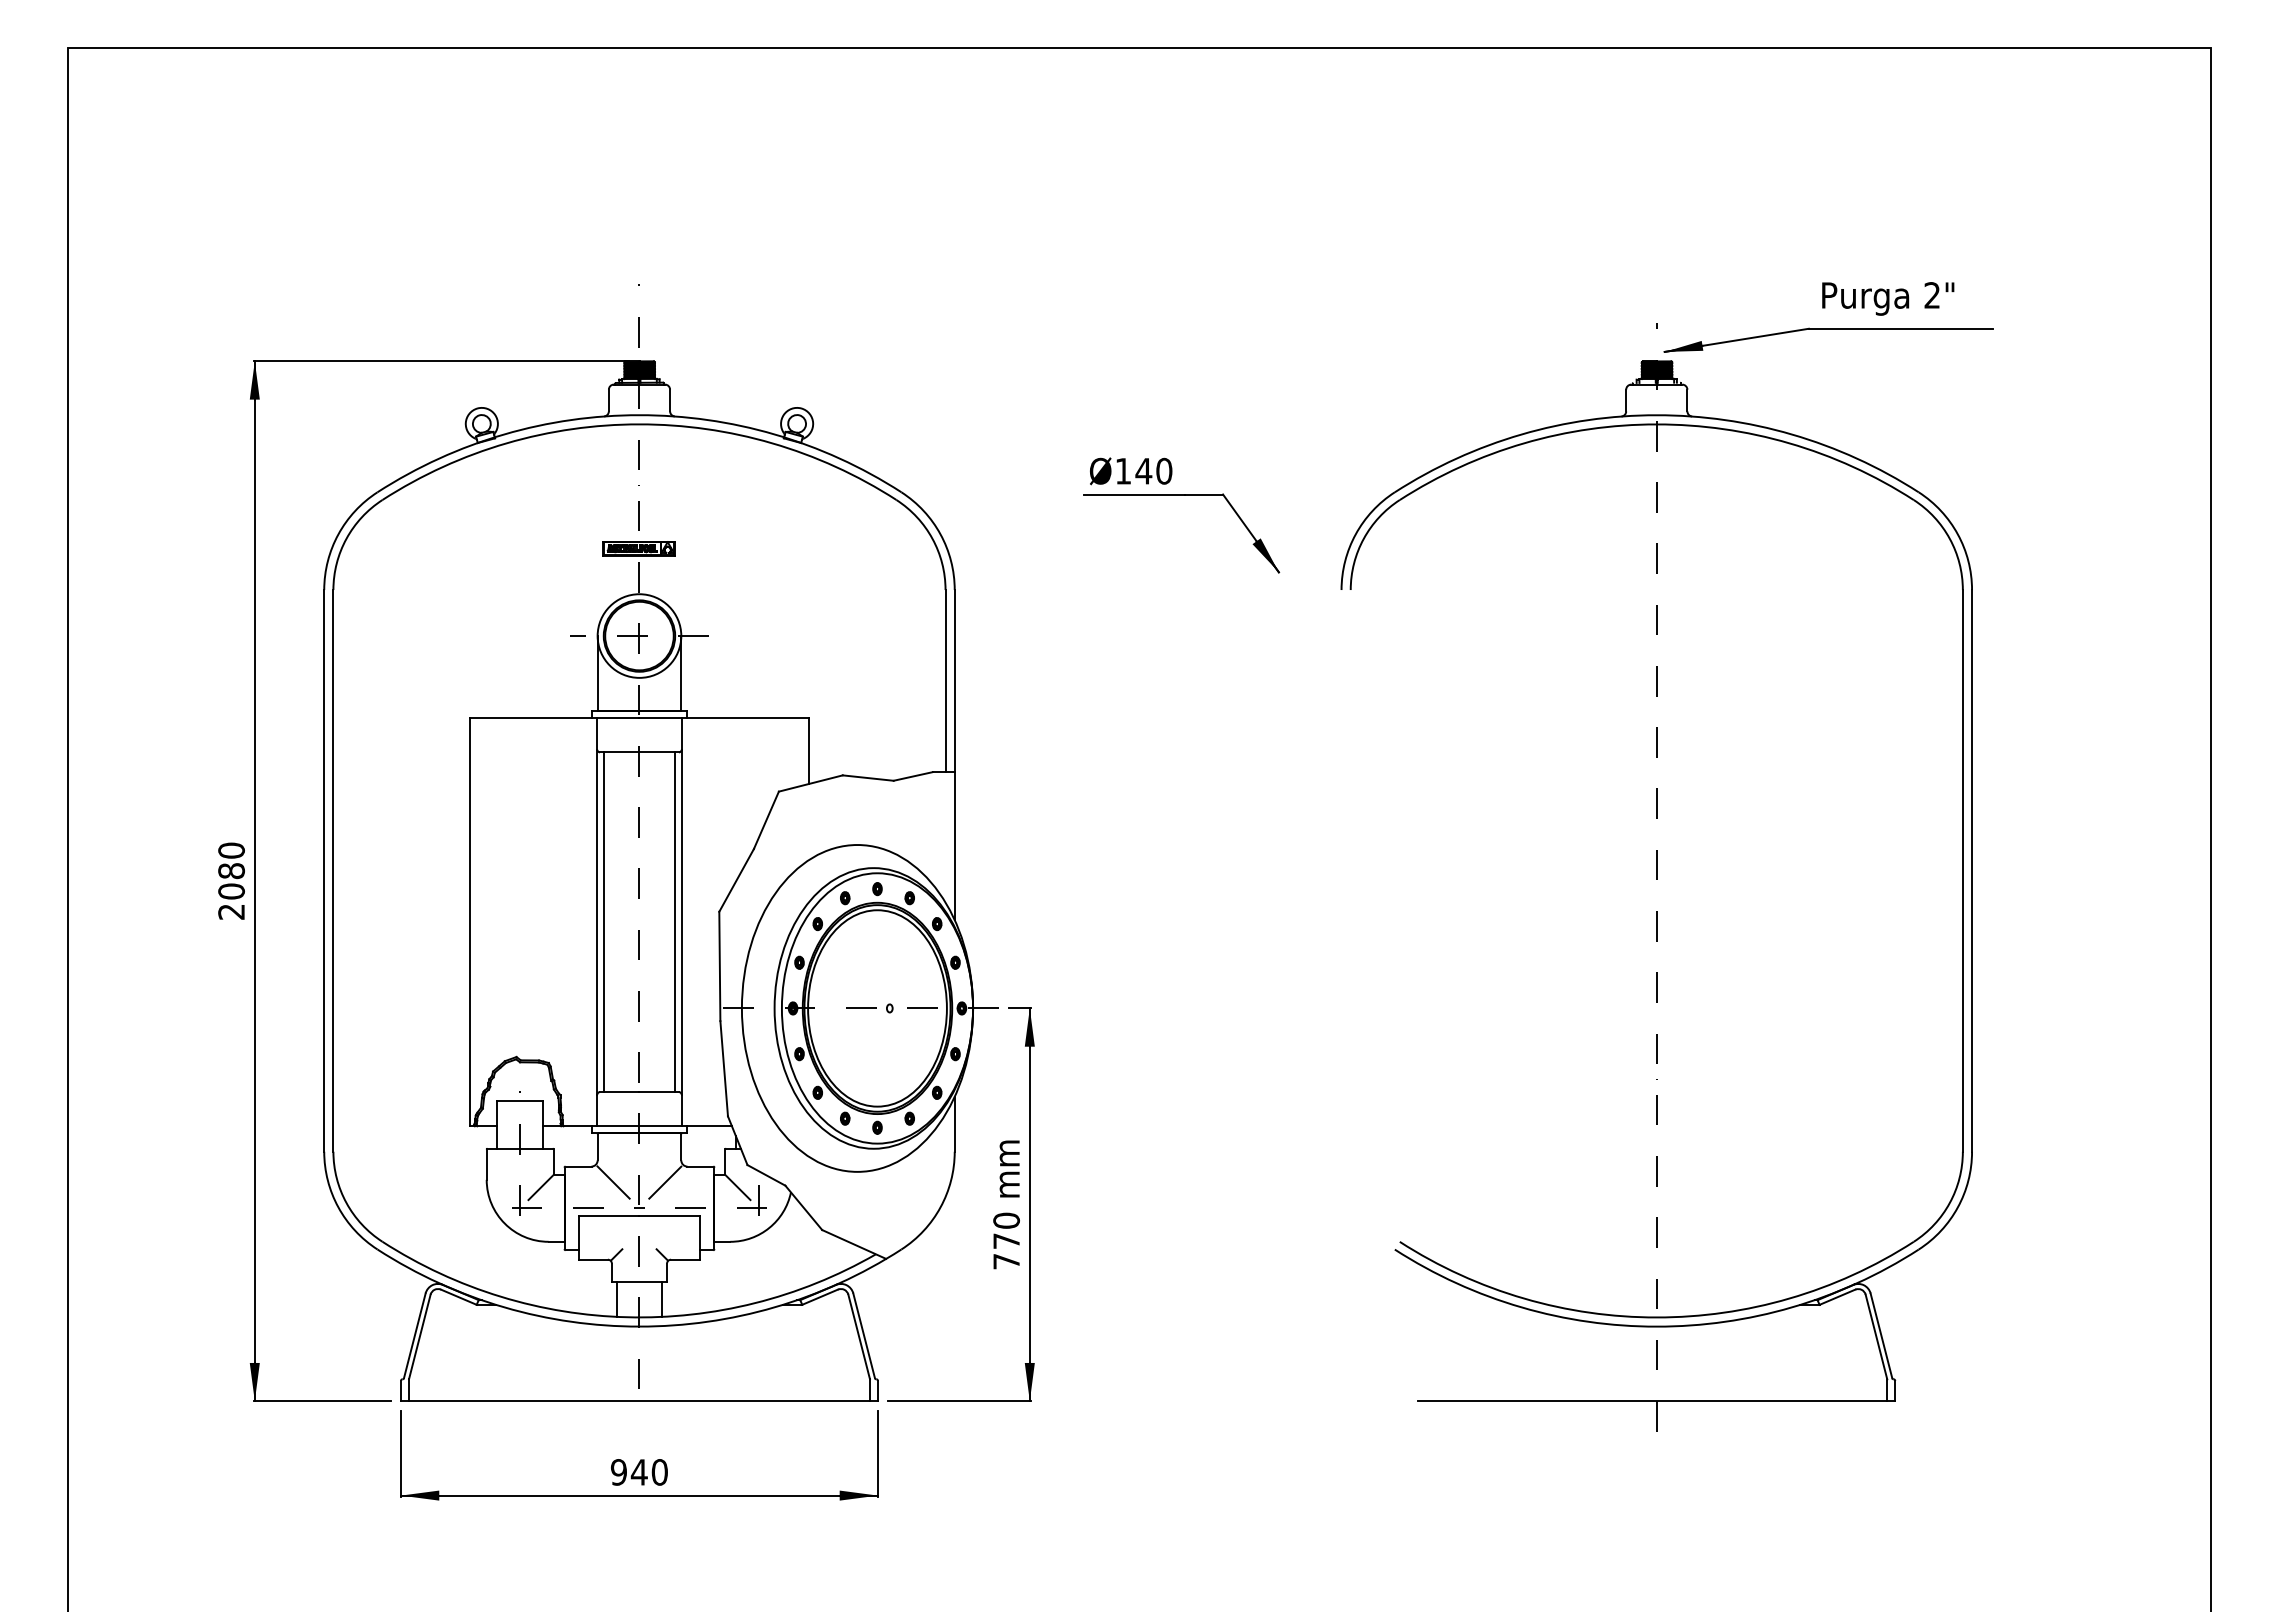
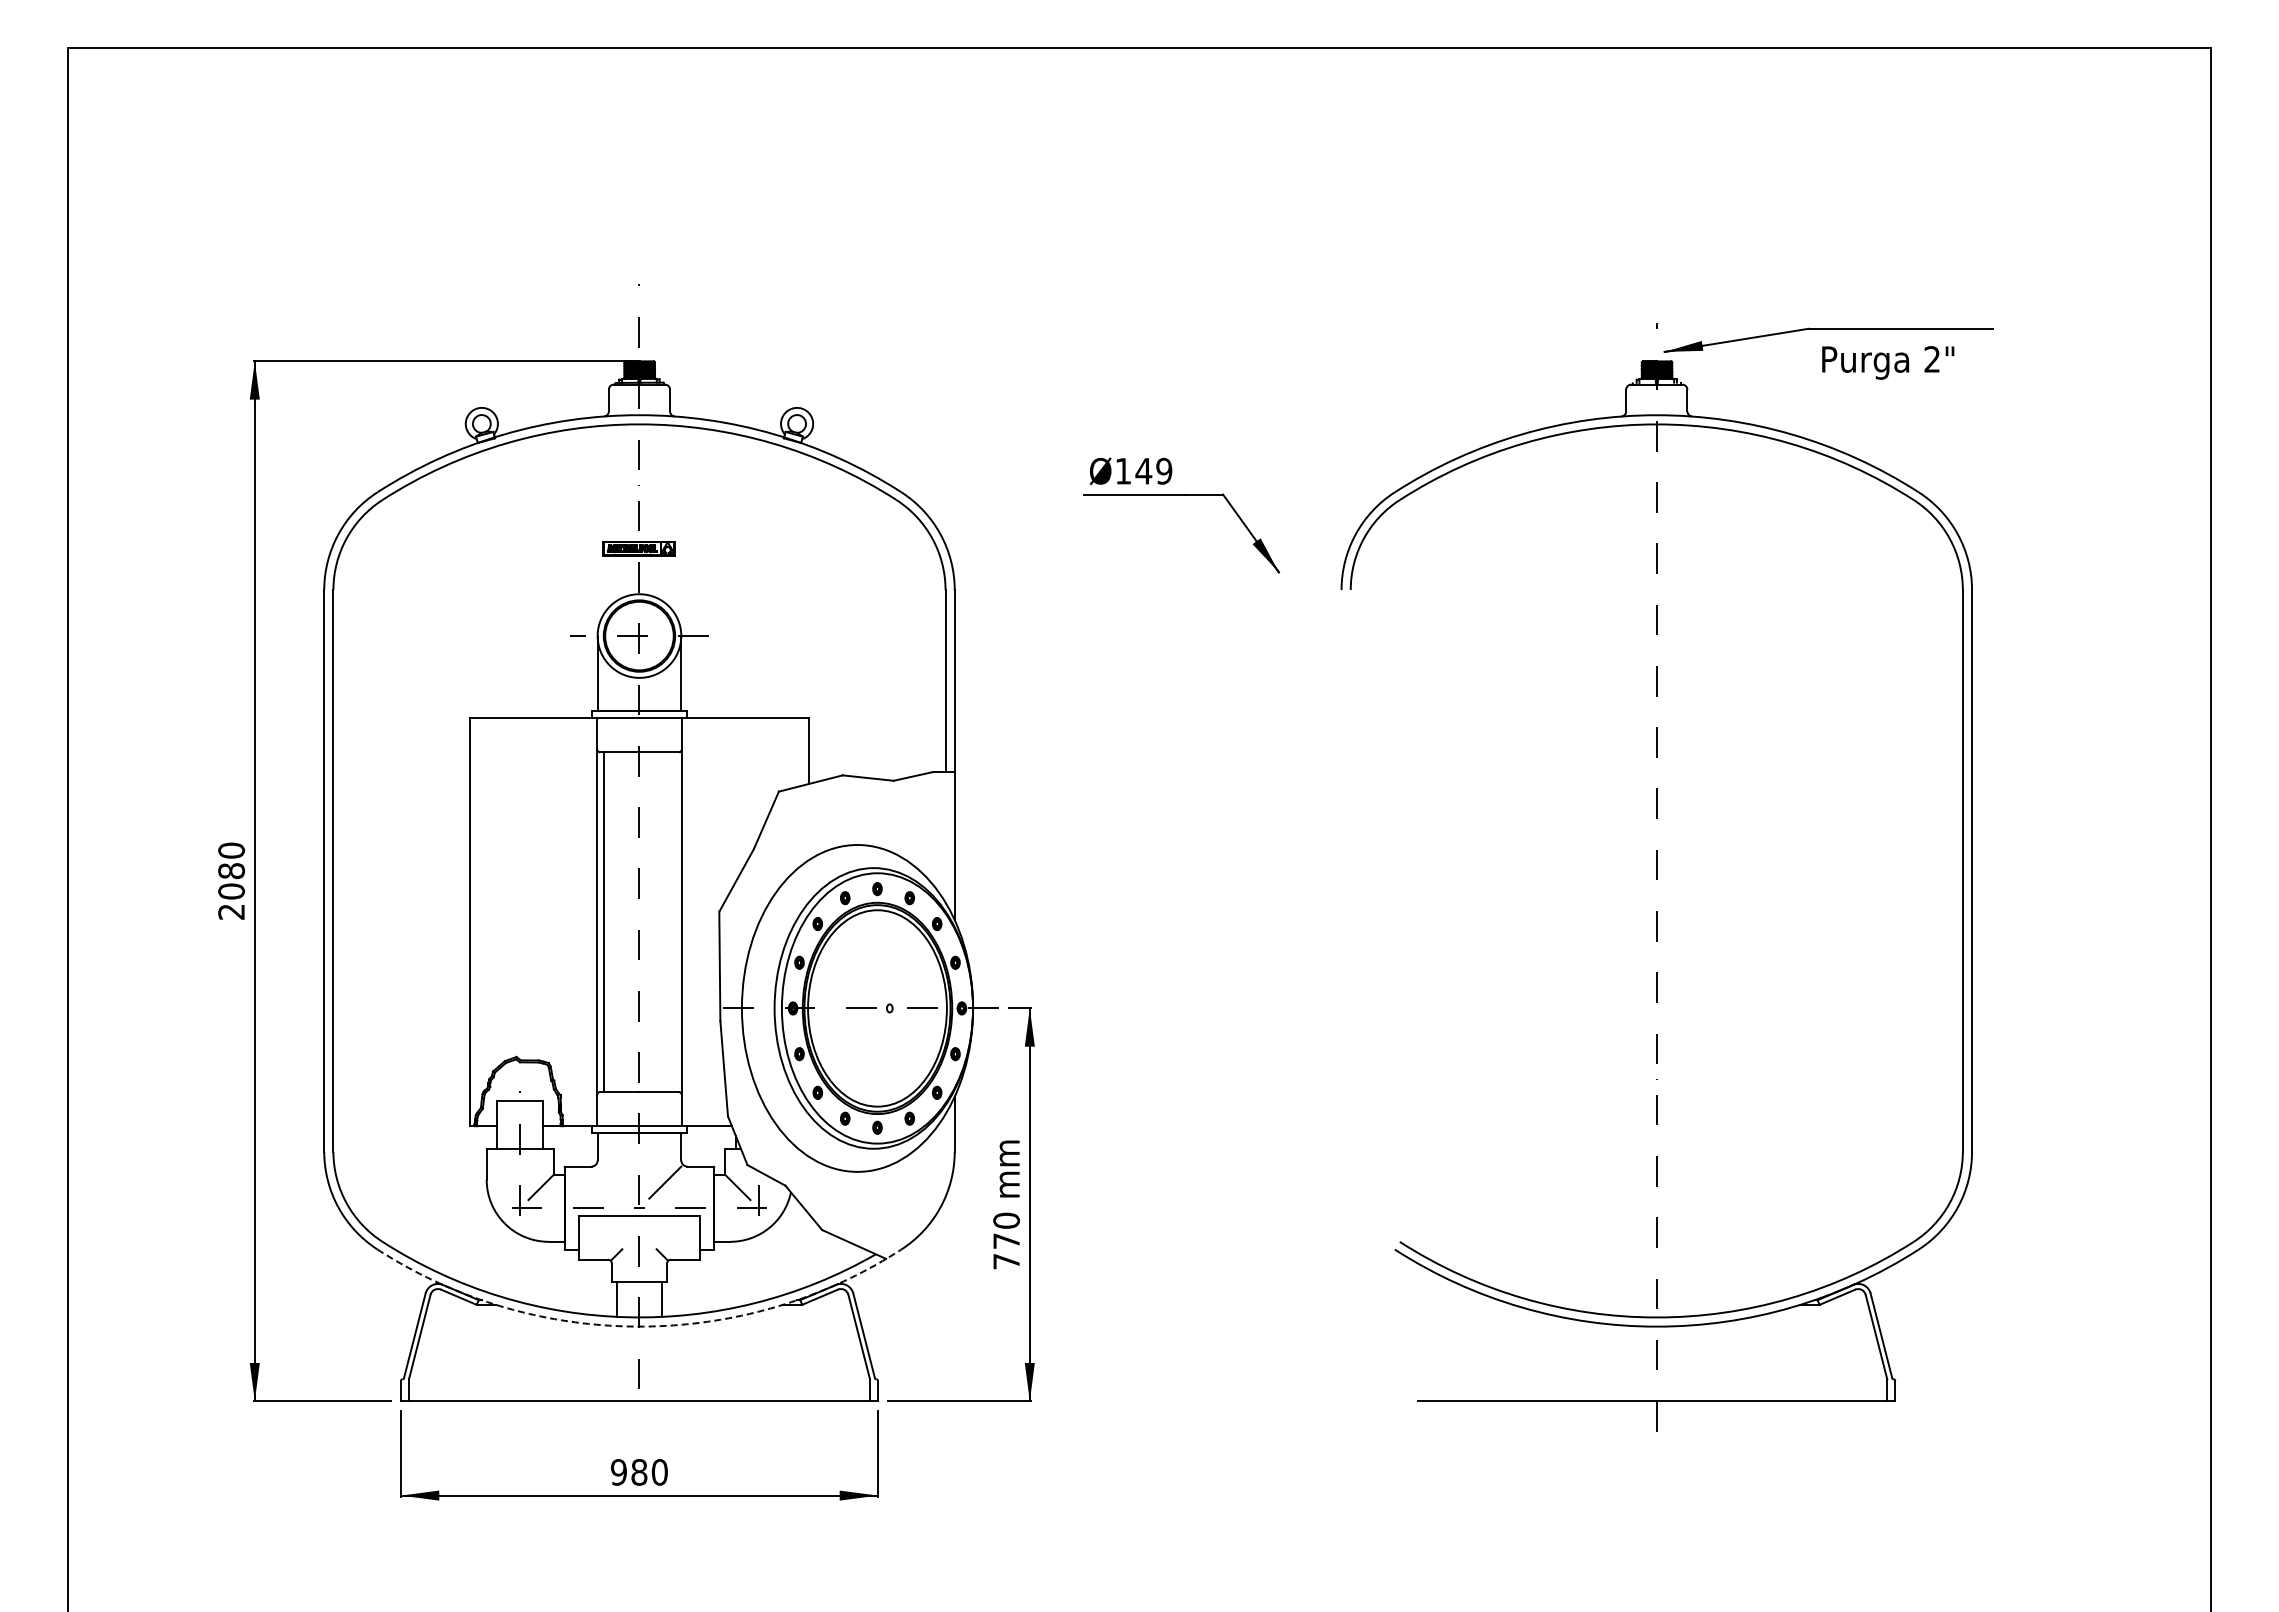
text at (1888, 298) position: (1888, 298) -> (1888, 362)
text at (1164, 471): Ø140 -> Ø149
line at (675, 922): present -> none
line at (613, 1182): present -> none
arc at (639, 1326): solid -> dashed
text at (638, 1472): 940 -> 980
